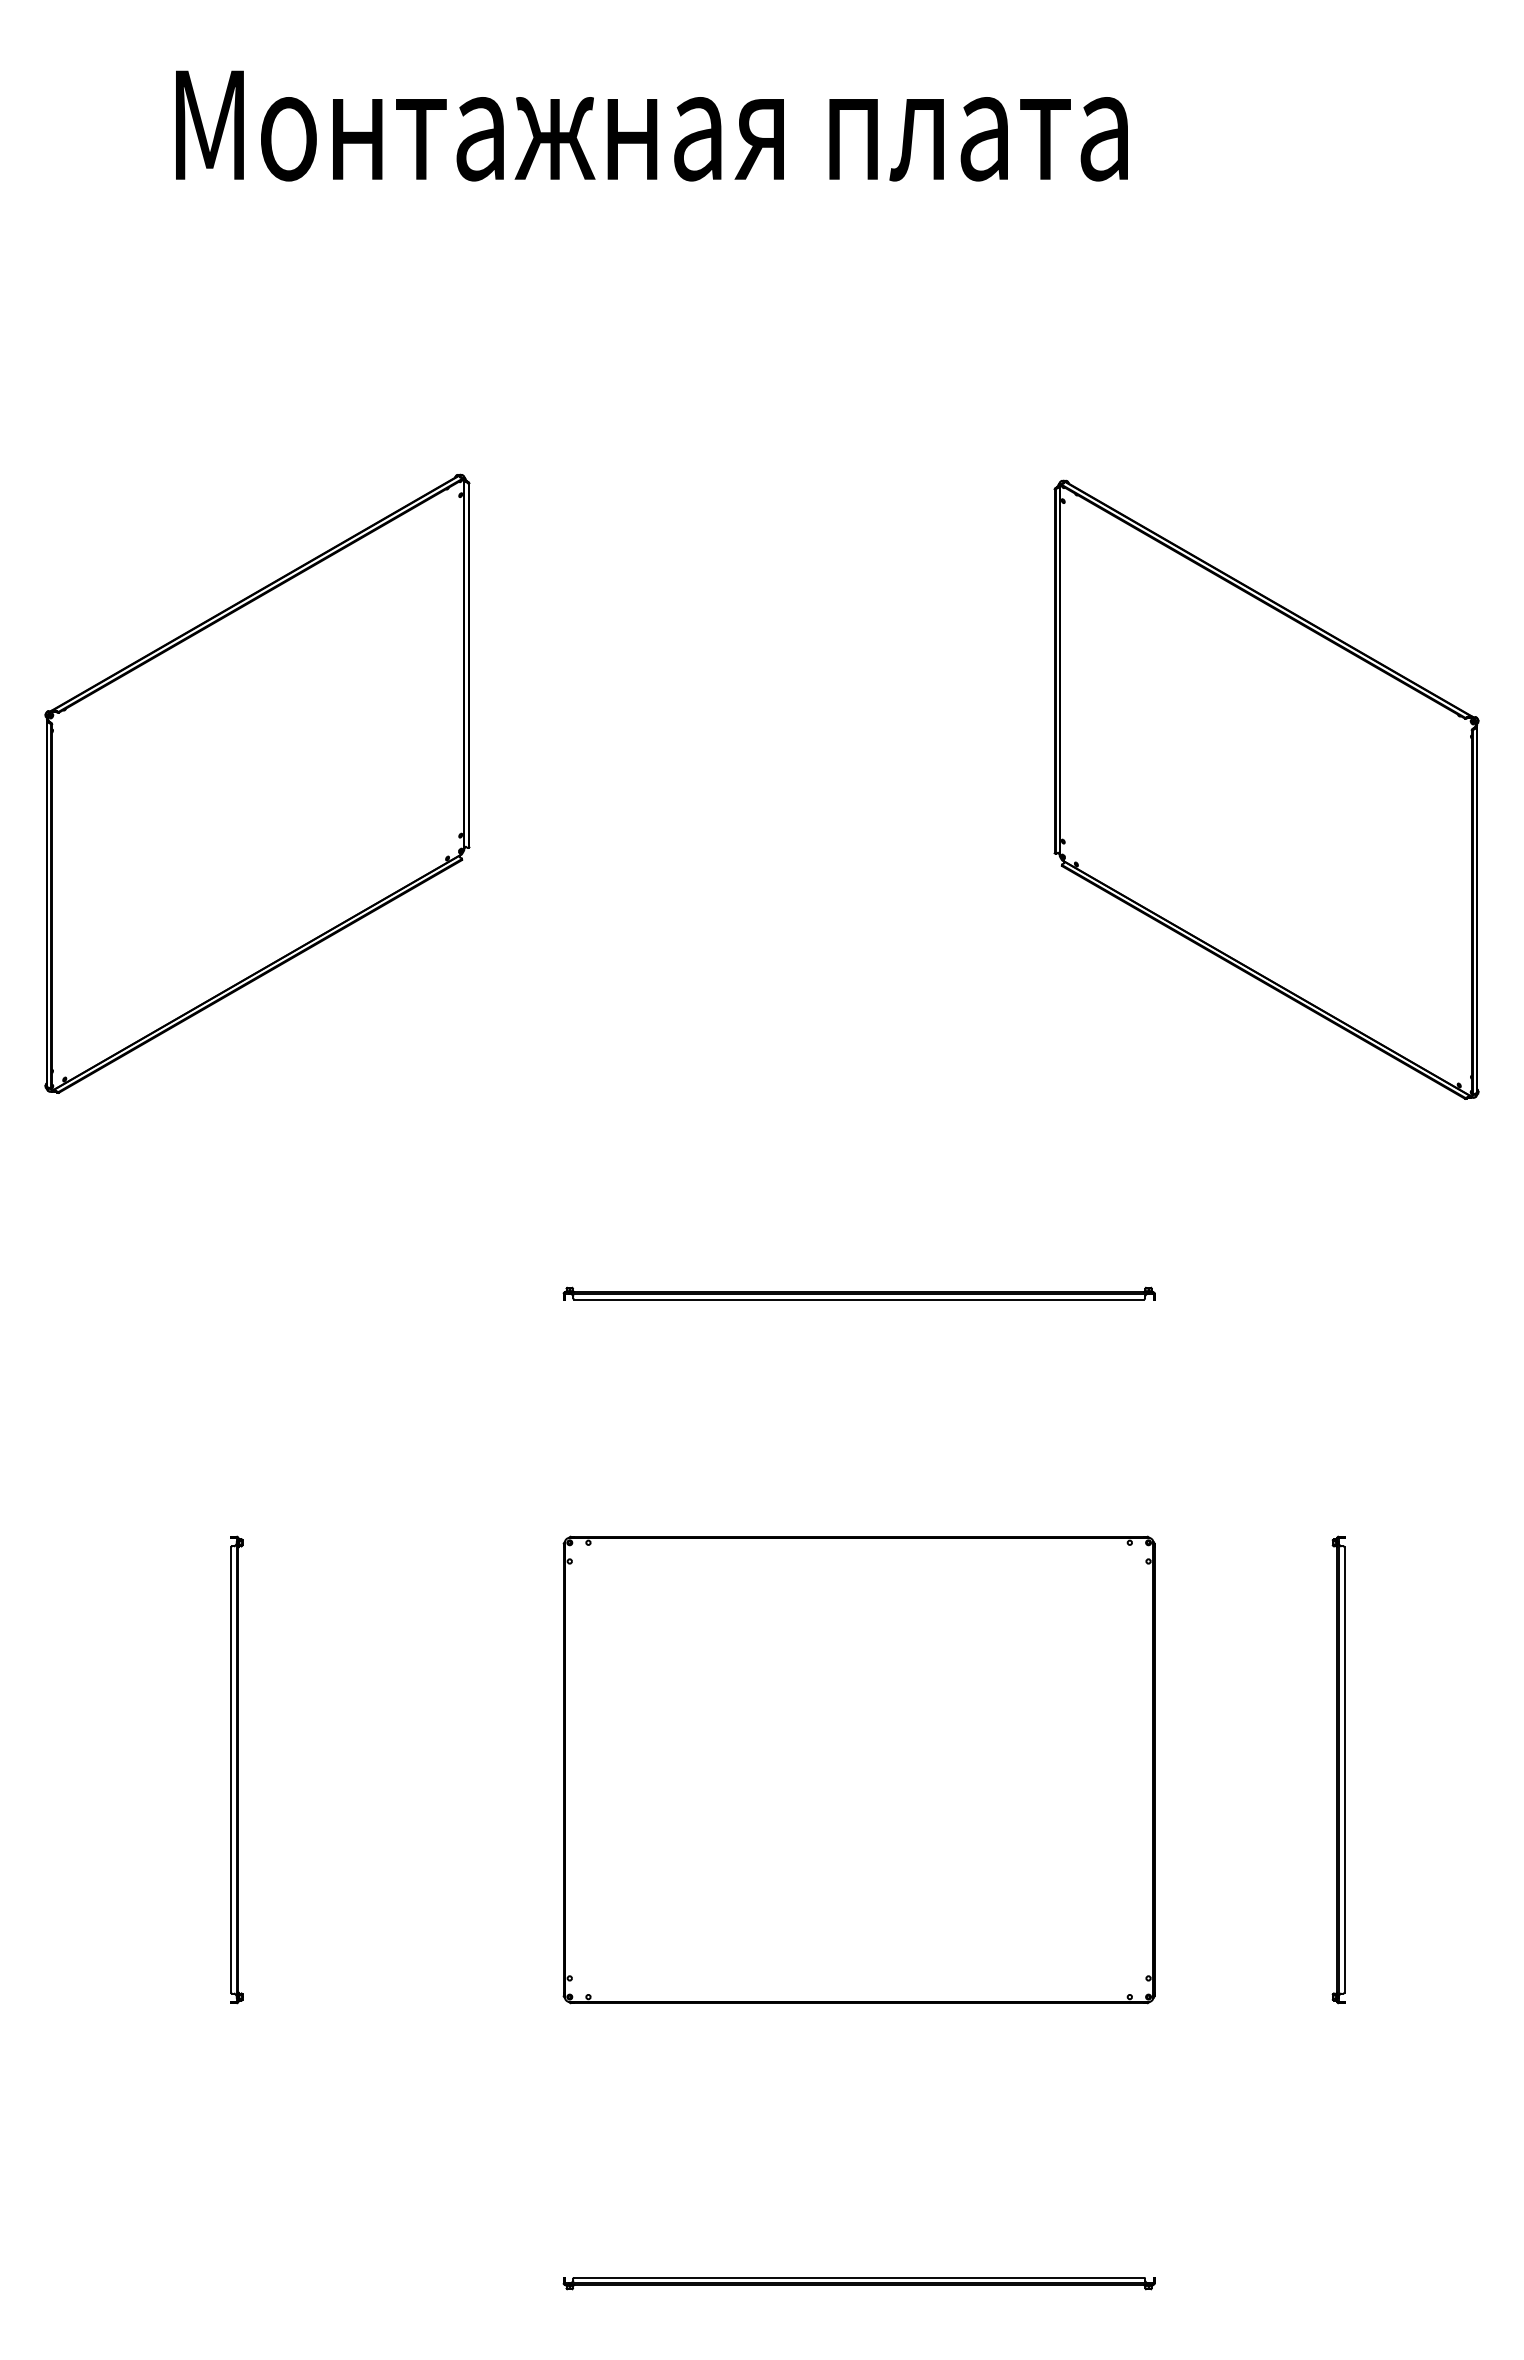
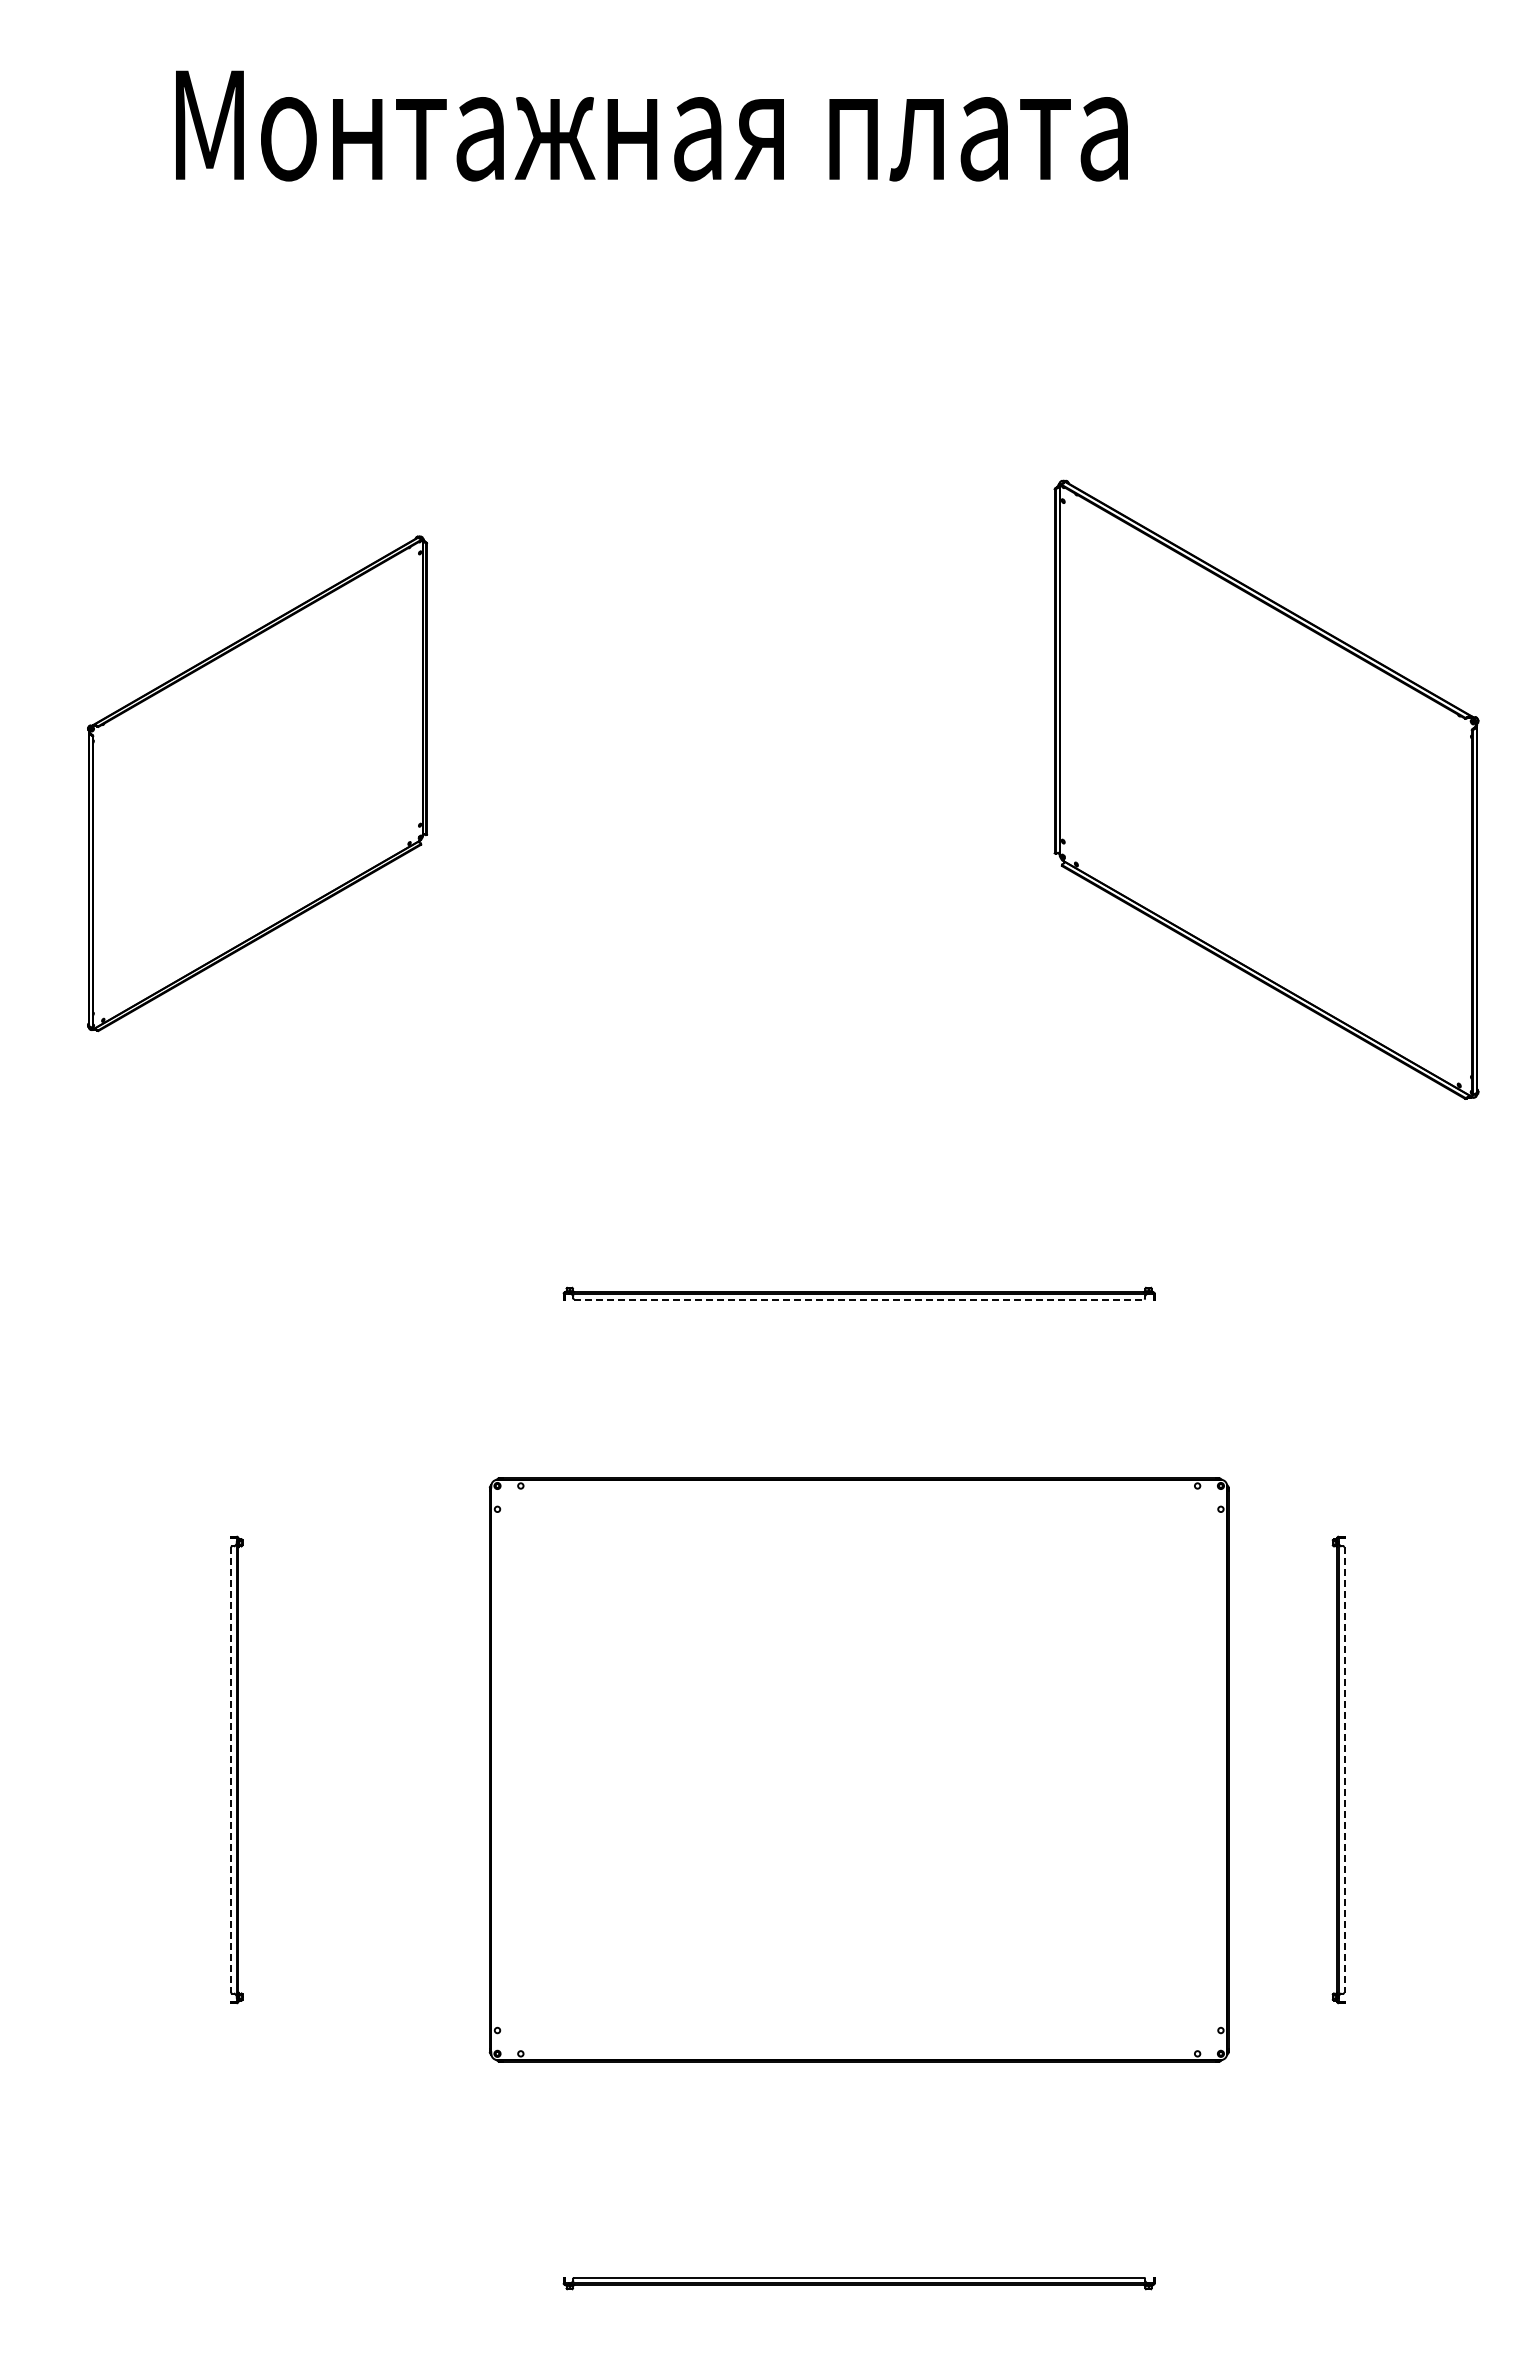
part at (257, 783) size: 427x621 px -> 341x498 px
line at (859, 1299): solid -> dashed
line at (230, 1769): solid -> dashed
part at (858, 1769) size: 594x470 px -> 742x586 px
line at (1344, 1769): solid -> dashed
